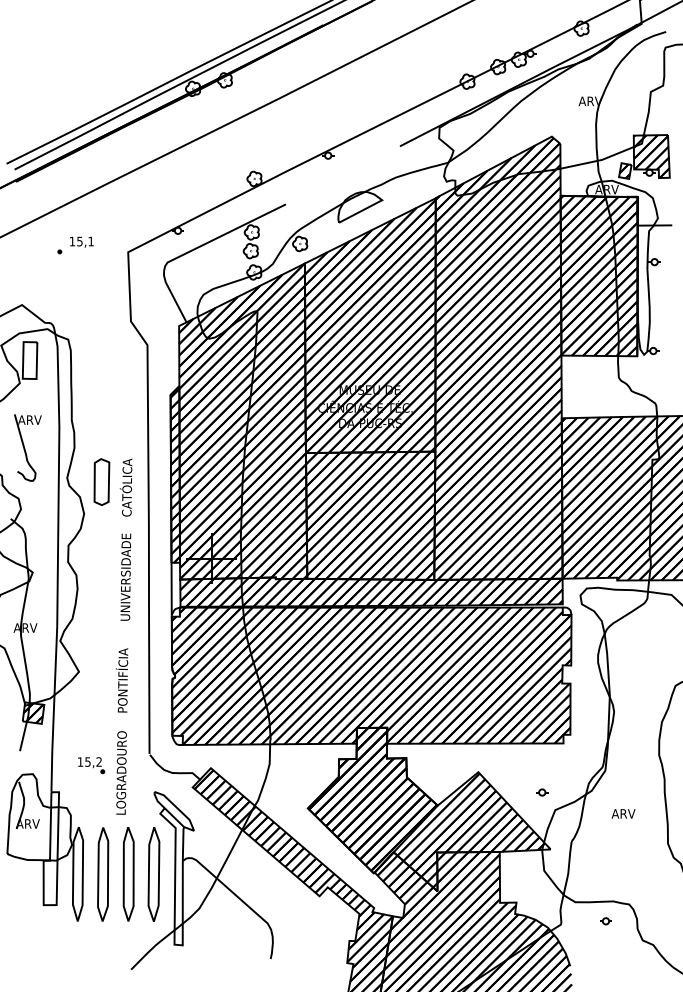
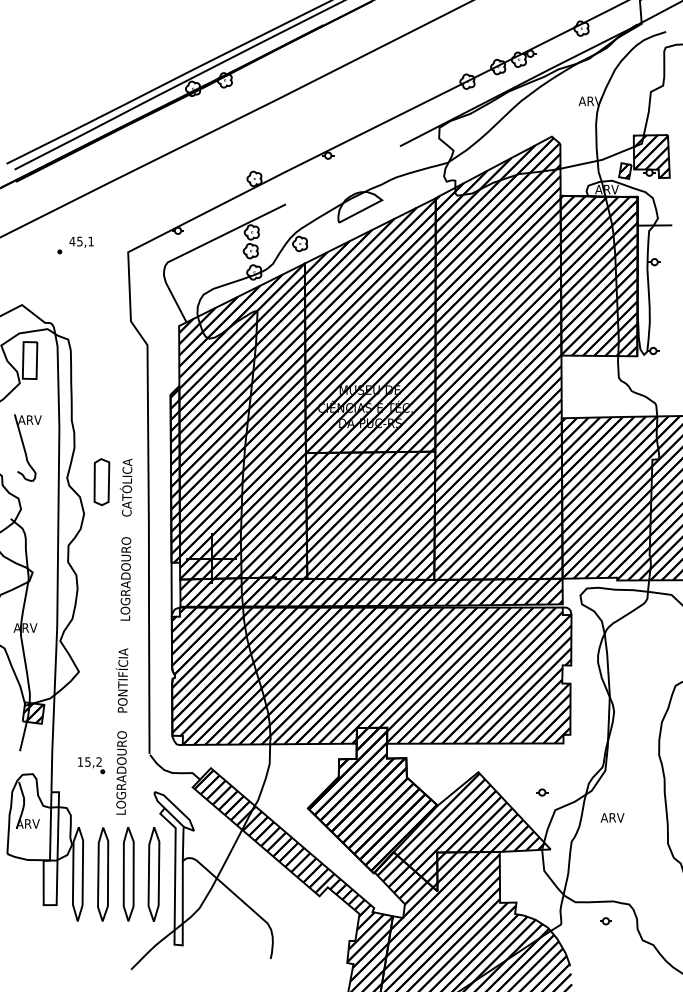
text at (72, 241): 15,1 -> 45,1
text at (125, 576): UNIVERSIDADE -> LOGRADOURO
text at (623, 813) position: (623, 813) -> (612, 817)
